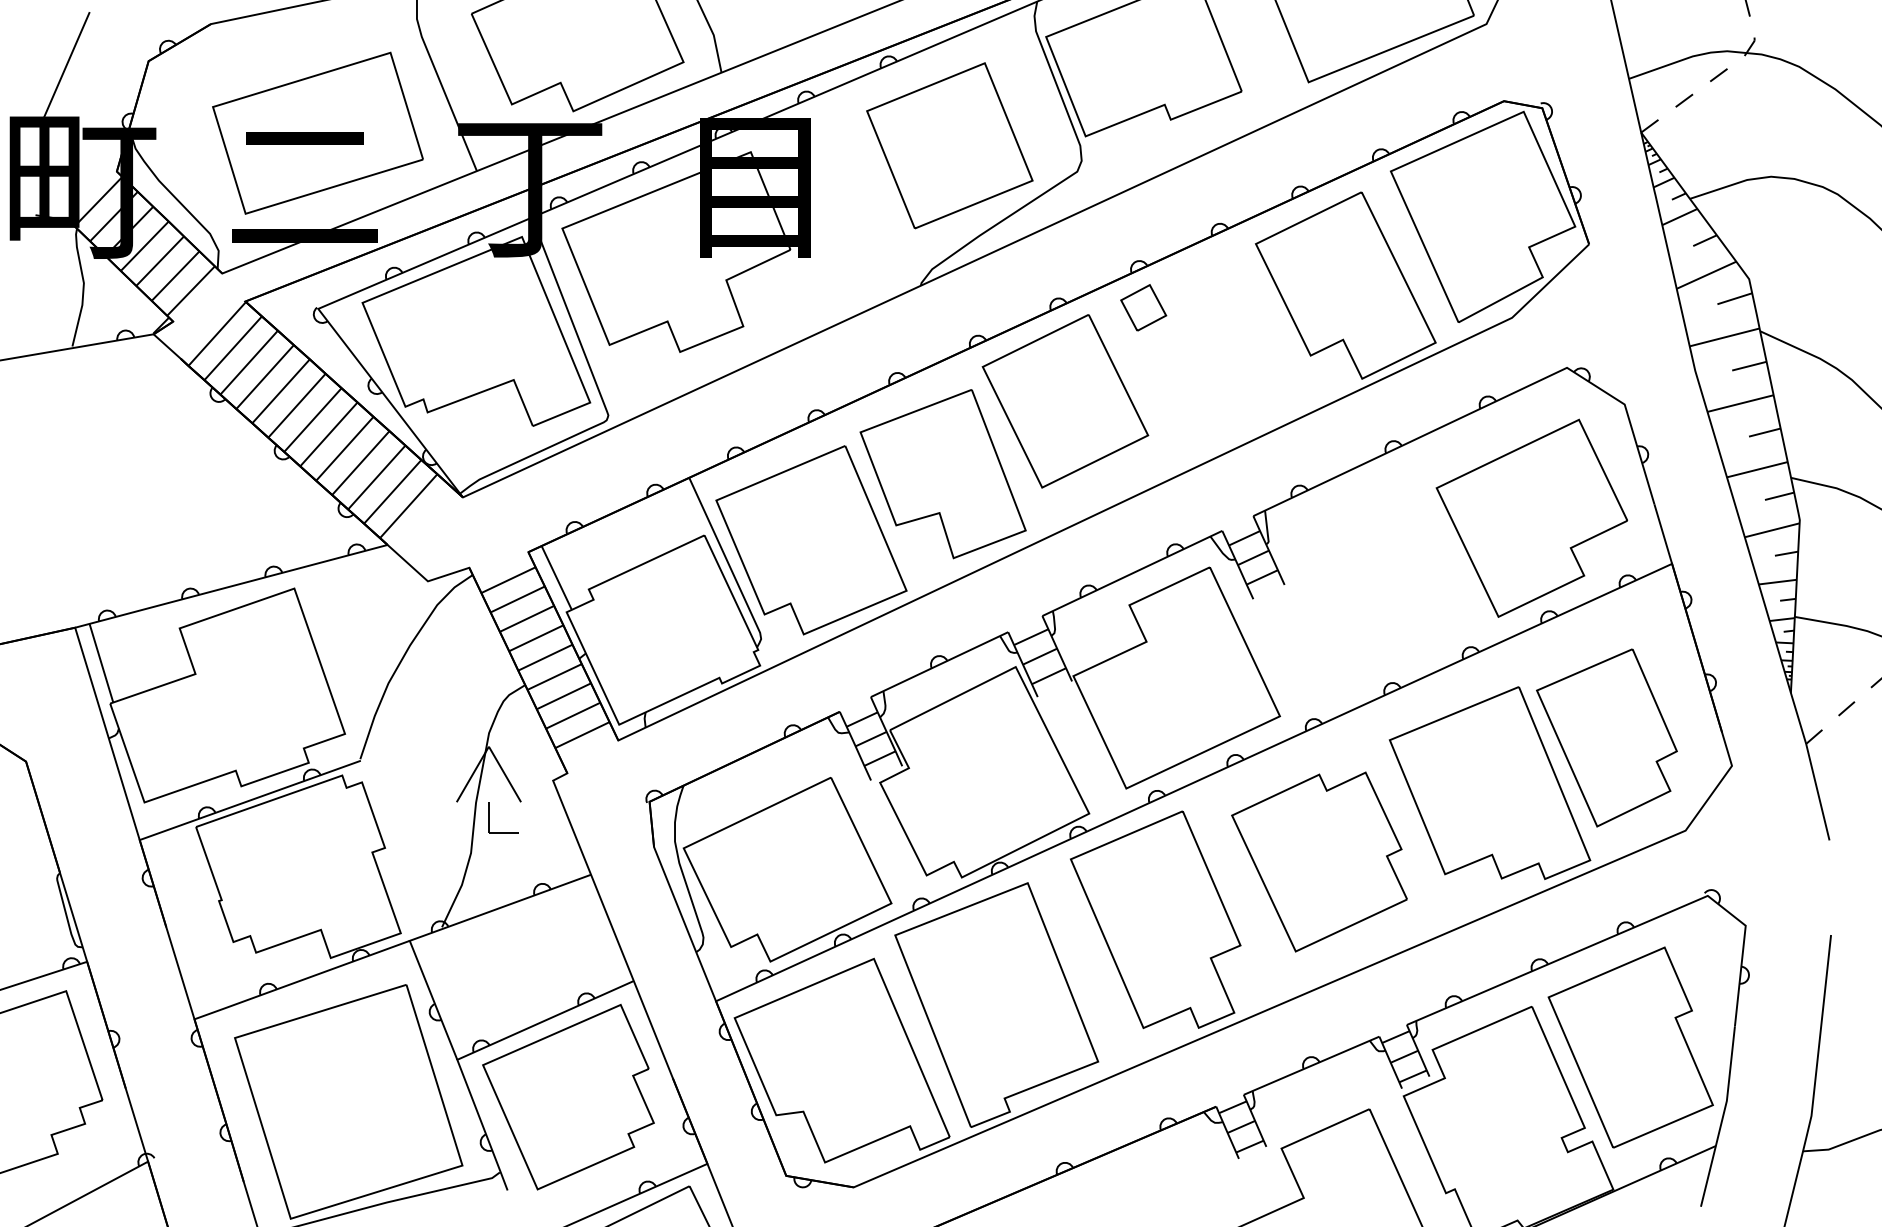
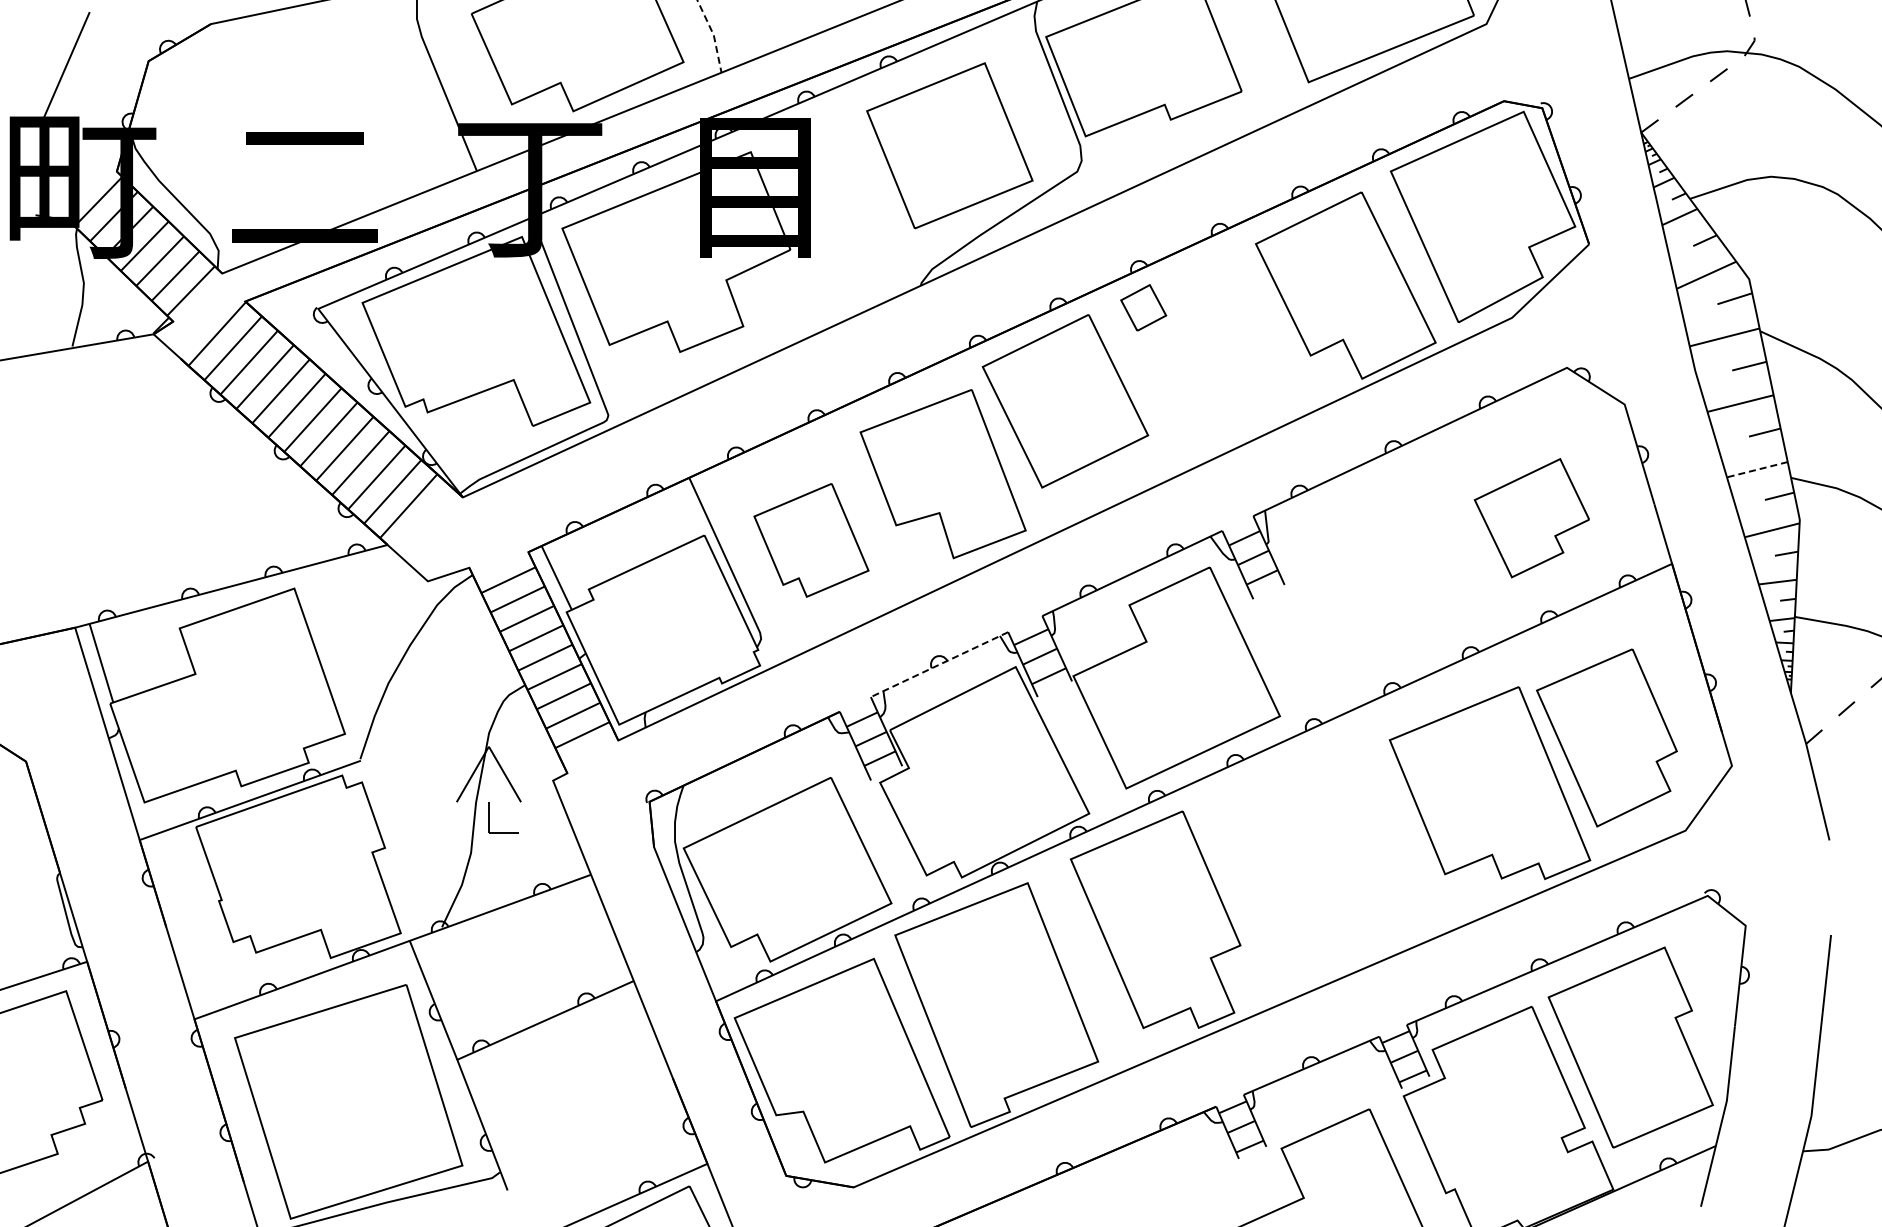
line at (713, 35): solid -> dashed
part at (317, 132): present -> none
line at (1756, 469): solid -> dashed
part at (1531, 517) size: 194x200 px -> 117x121 px
part at (811, 540) size: 193x191 px -> 117x115 px
line at (939, 664): solid -> dashed
part at (1319, 861): present -> none
part at (568, 1097): present -> none
